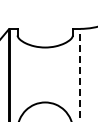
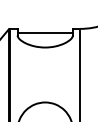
line at (44, 32): none -> present
line at (80, 75): dashed -> solid
